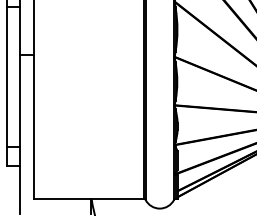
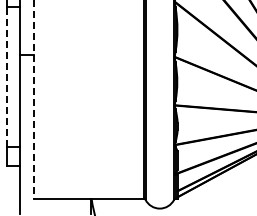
line at (7, 76): solid -> dashed
line at (33, 100): solid -> dashed
